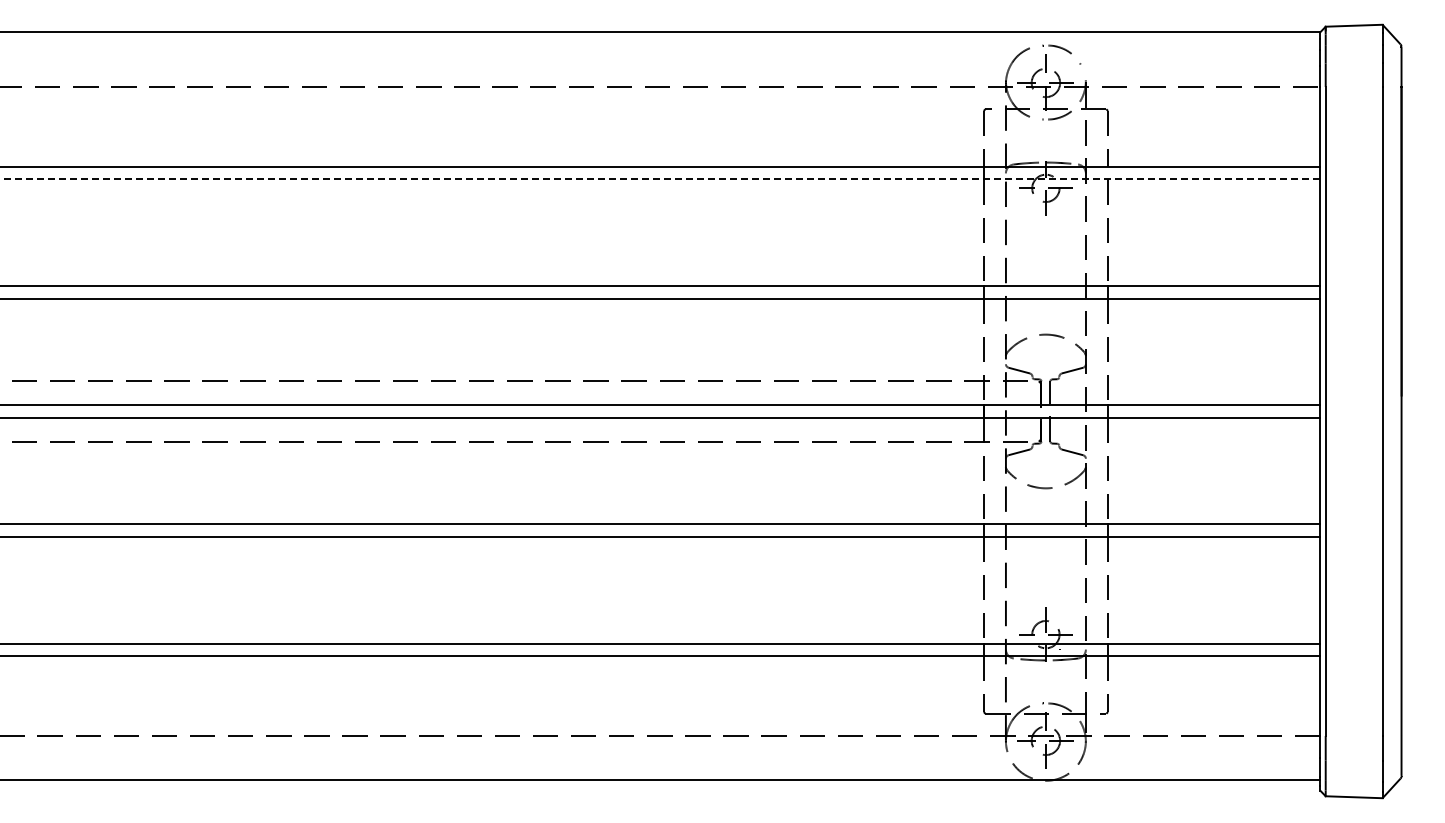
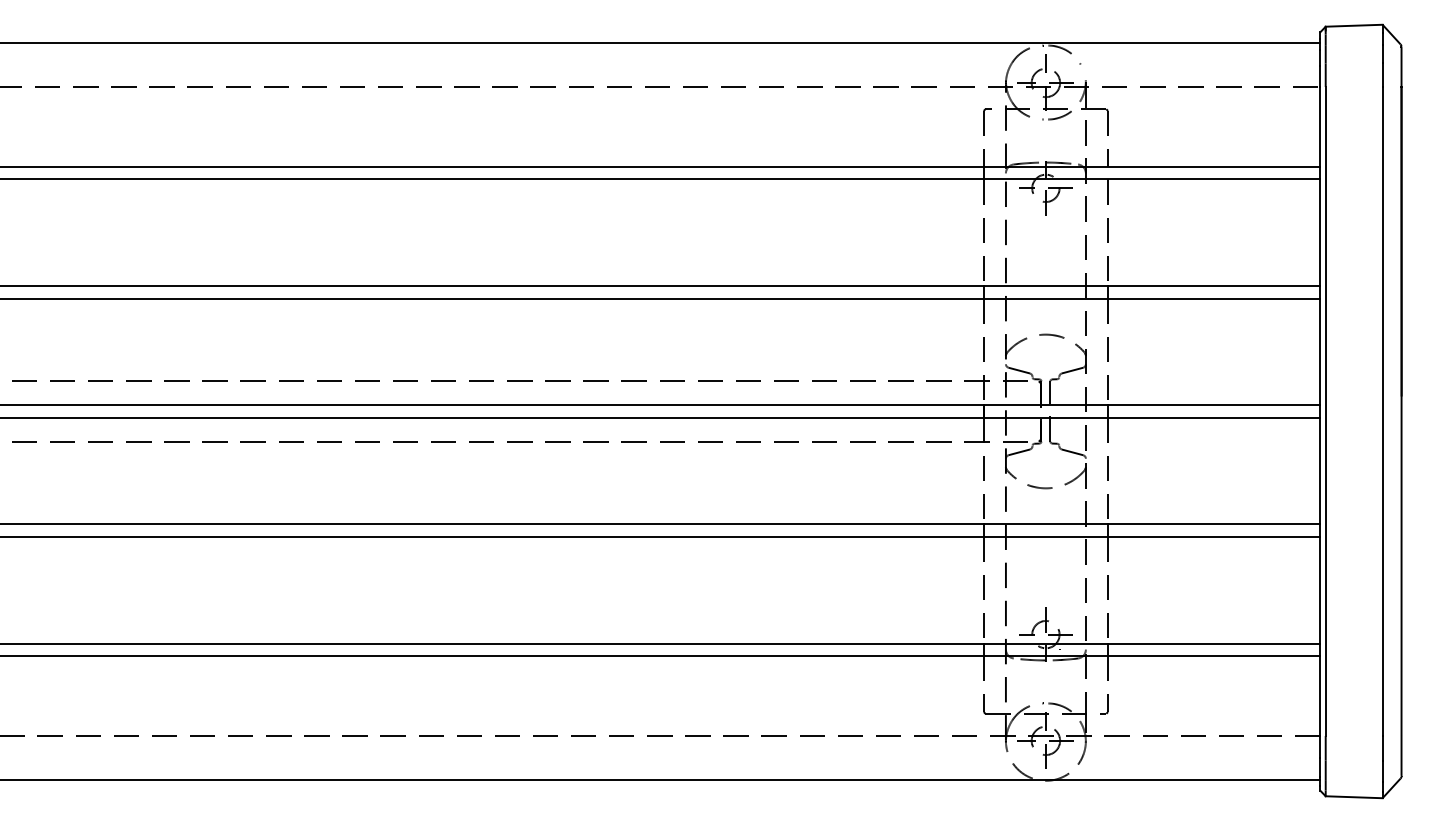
line at (661, 31) position: (661, 31) -> (661, 42)
line at (660, 179): dashed -> solid
